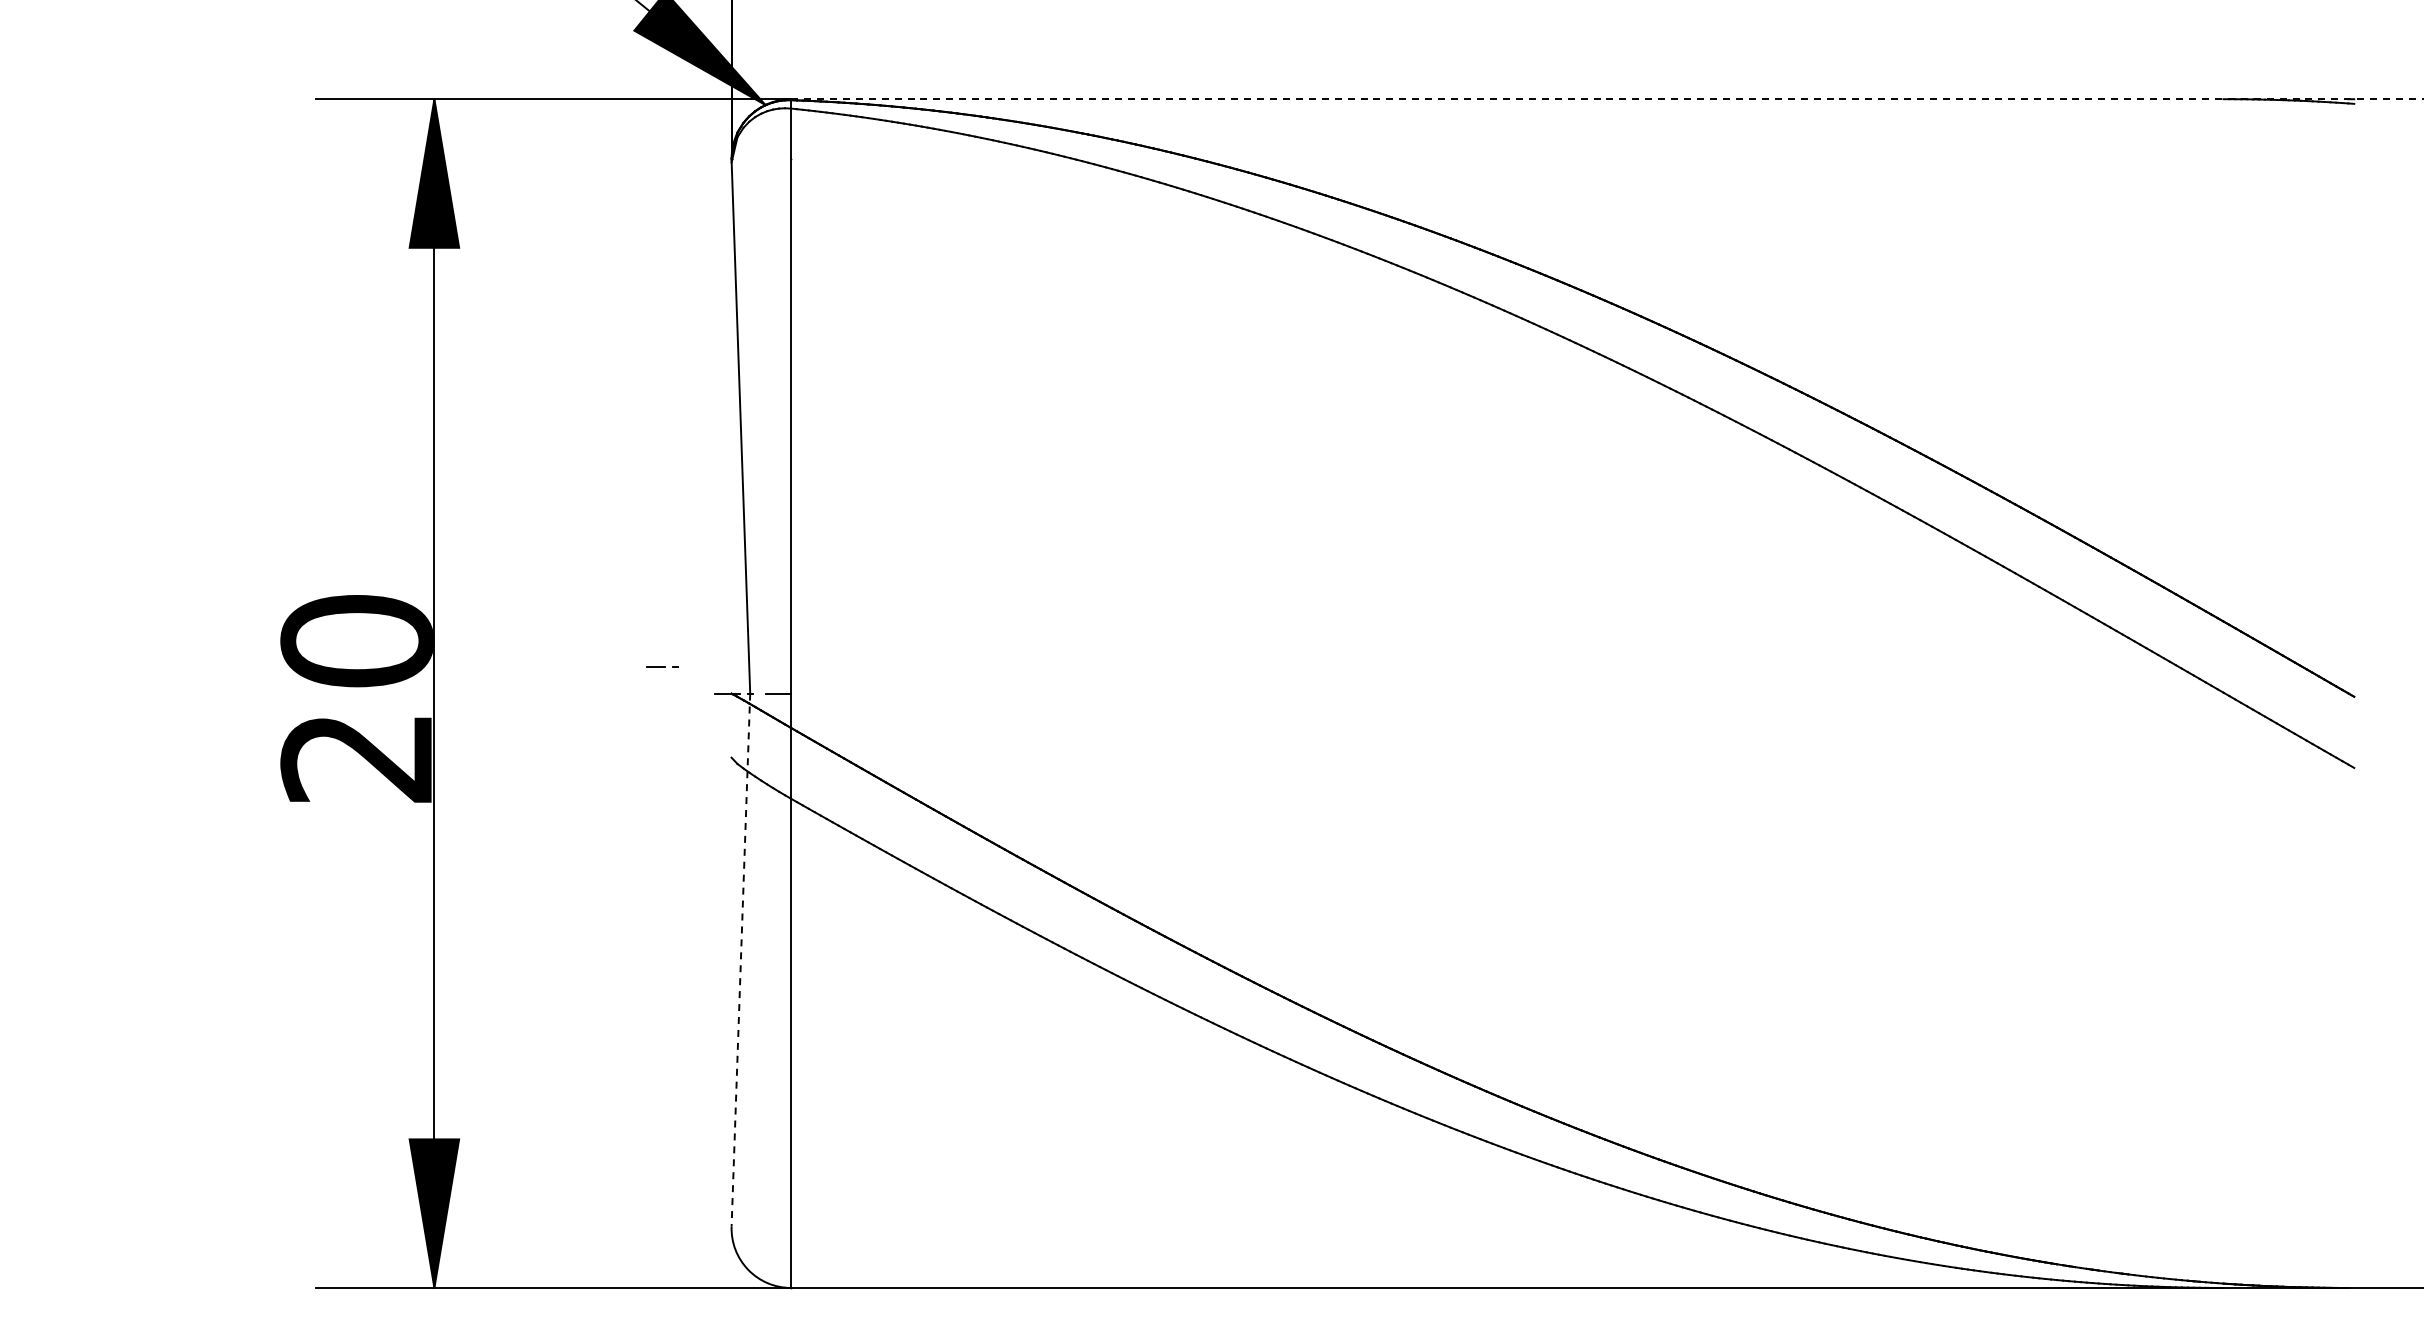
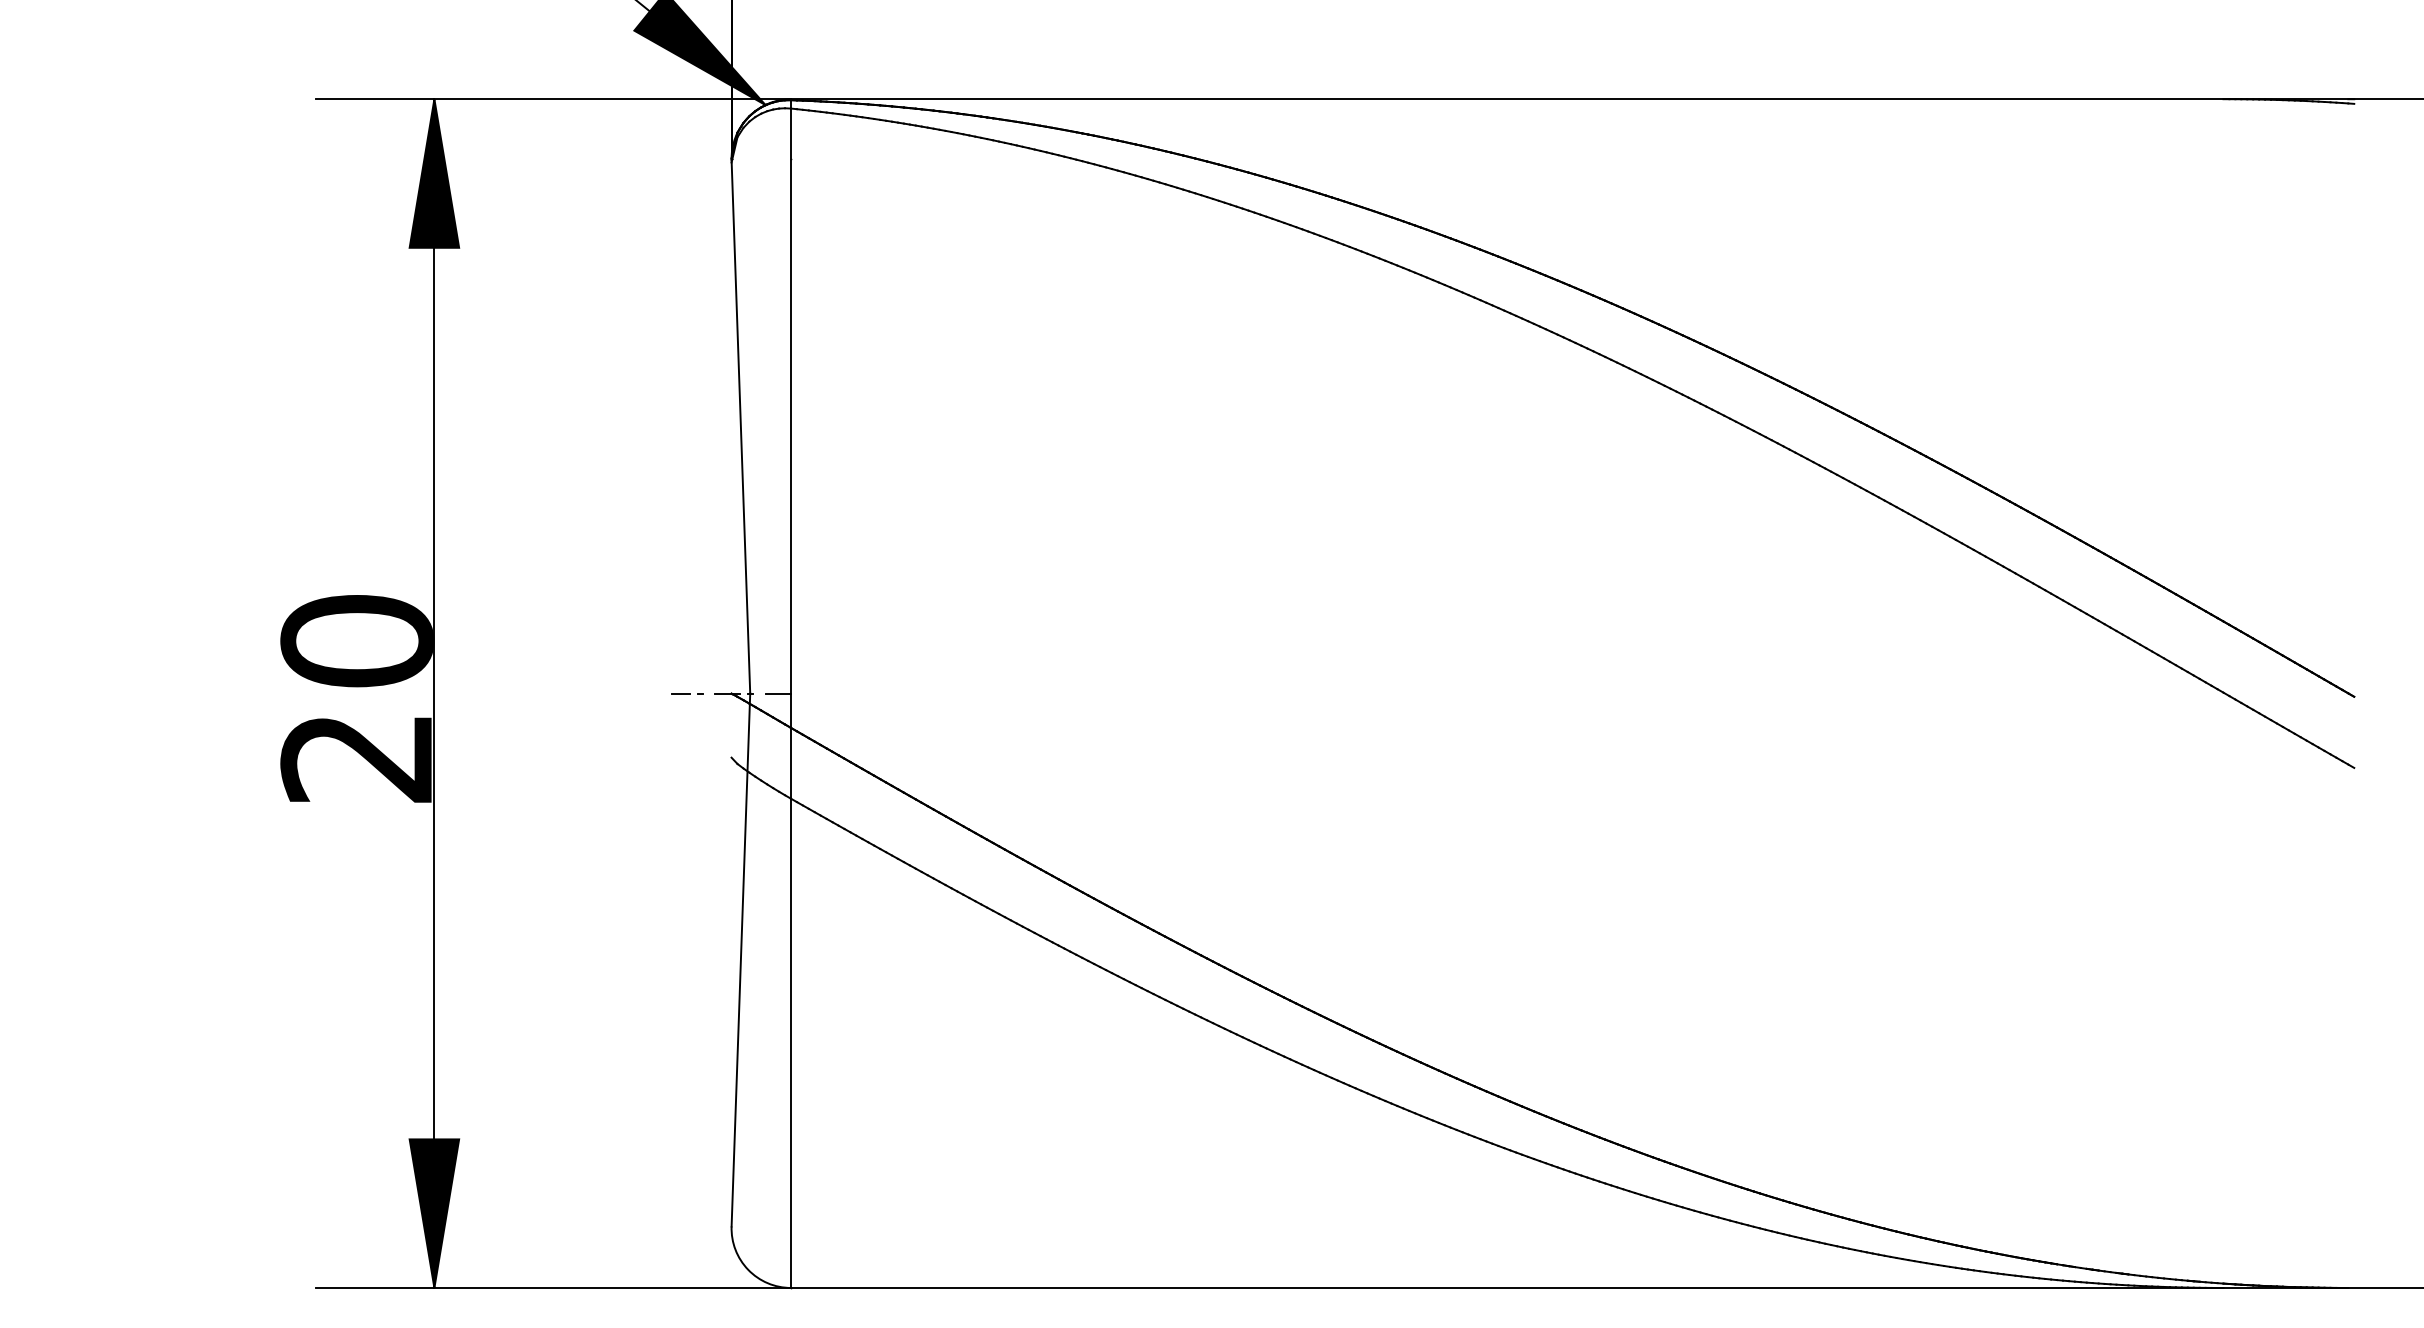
line at (1607, 99): dashed -> solid
line at (662, 666) position: (662, 666) -> (687, 693)
line at (740, 960): dashed -> solid
